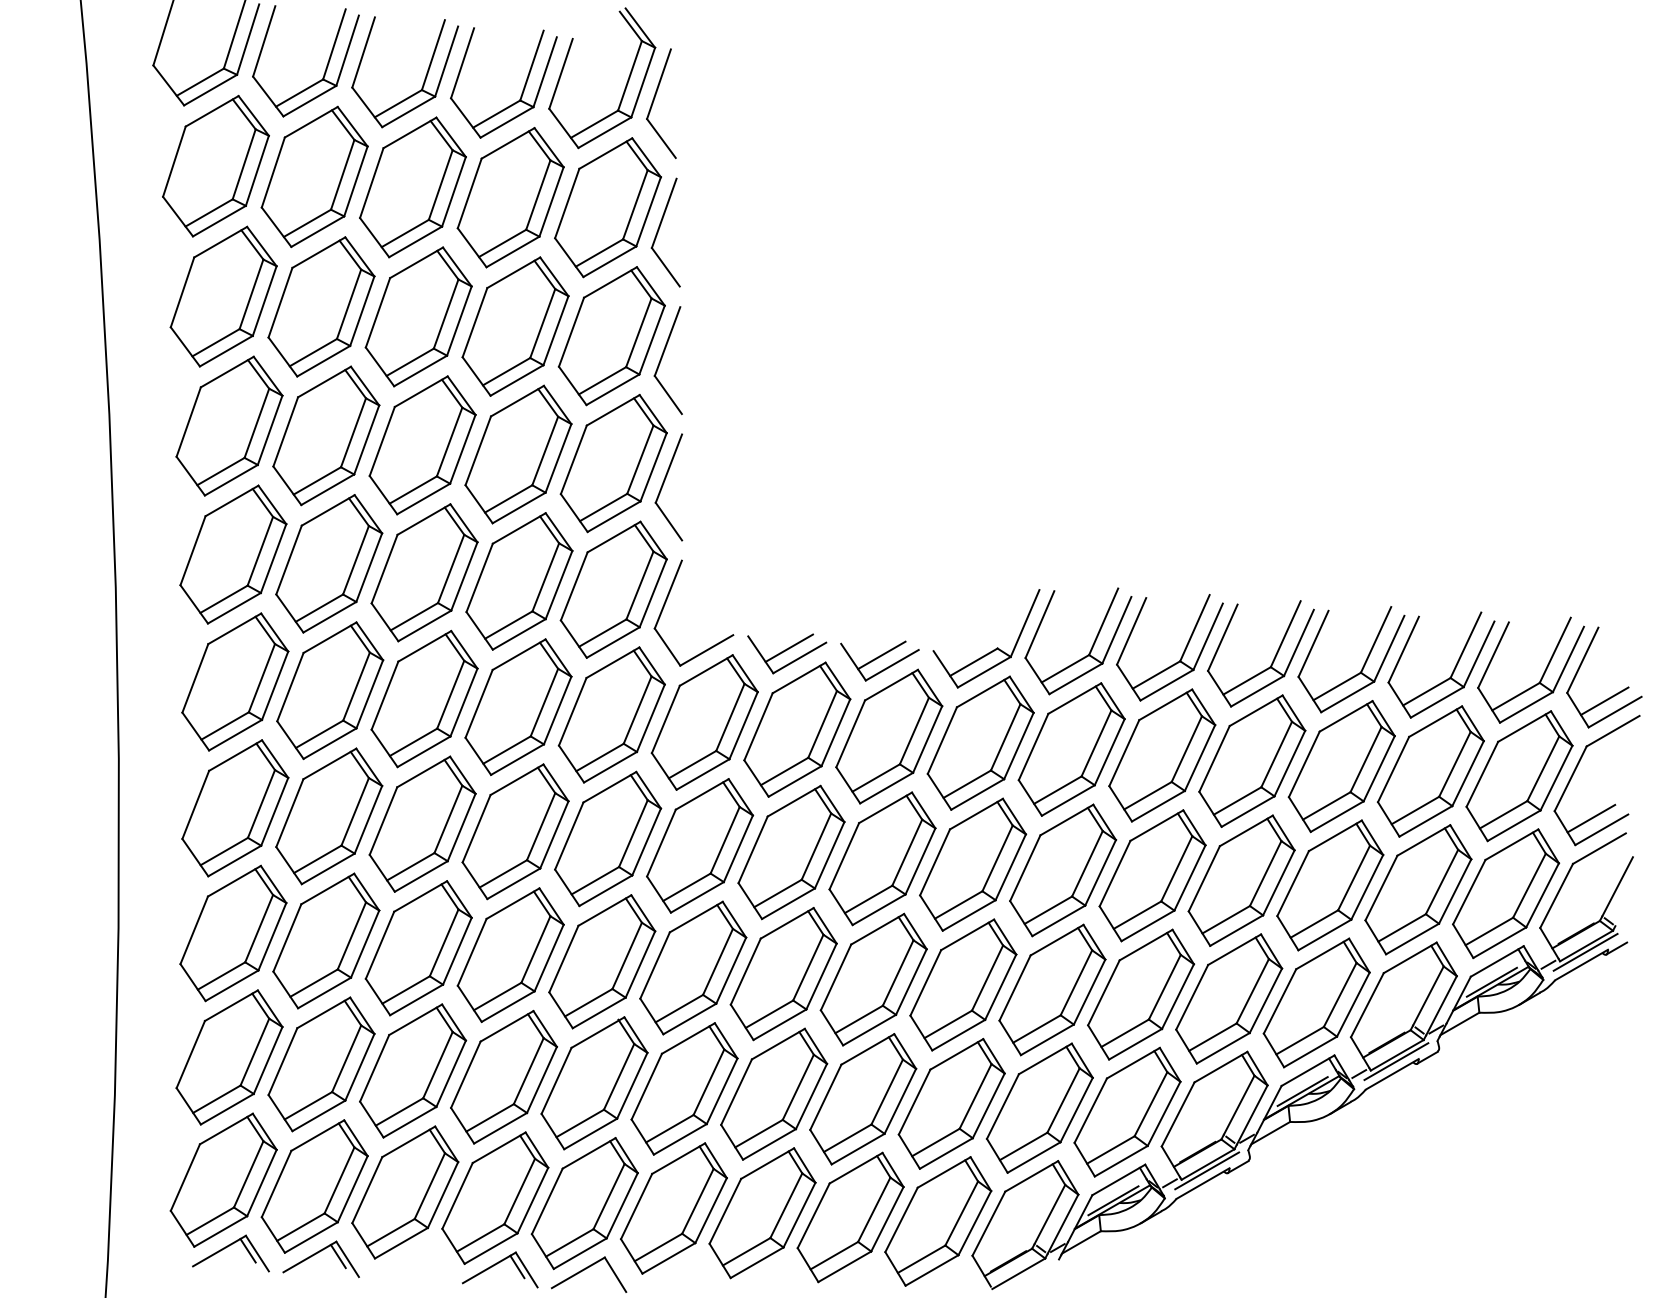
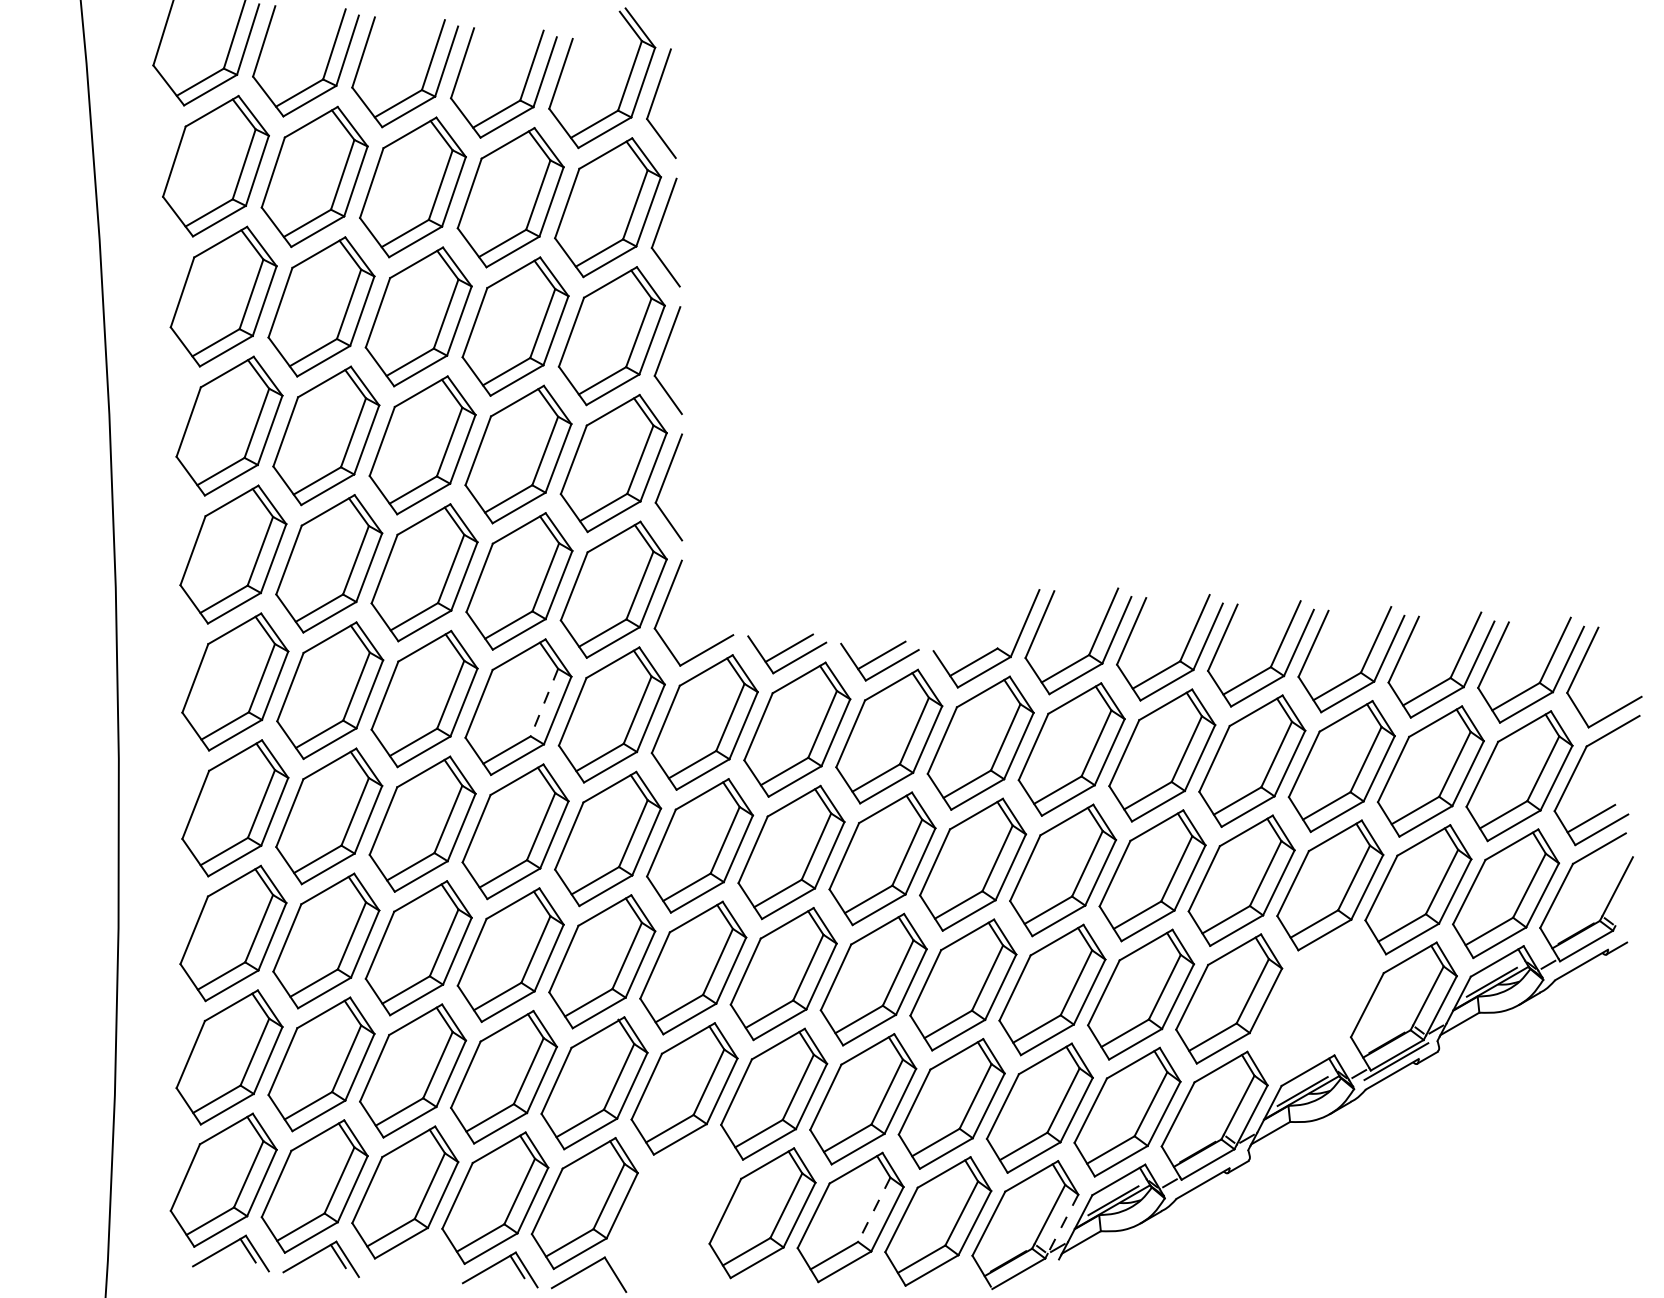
line at (1604, 700): present -> none
line at (544, 703): solid -> dashed
line at (1585, 952): present -> none
part at (1316, 1002): present -> none
line at (1206, 1170): present -> none
part at (673, 1208): present -> none
line at (874, 1209): solid -> dashed
line at (1062, 1224): solid -> dashed
